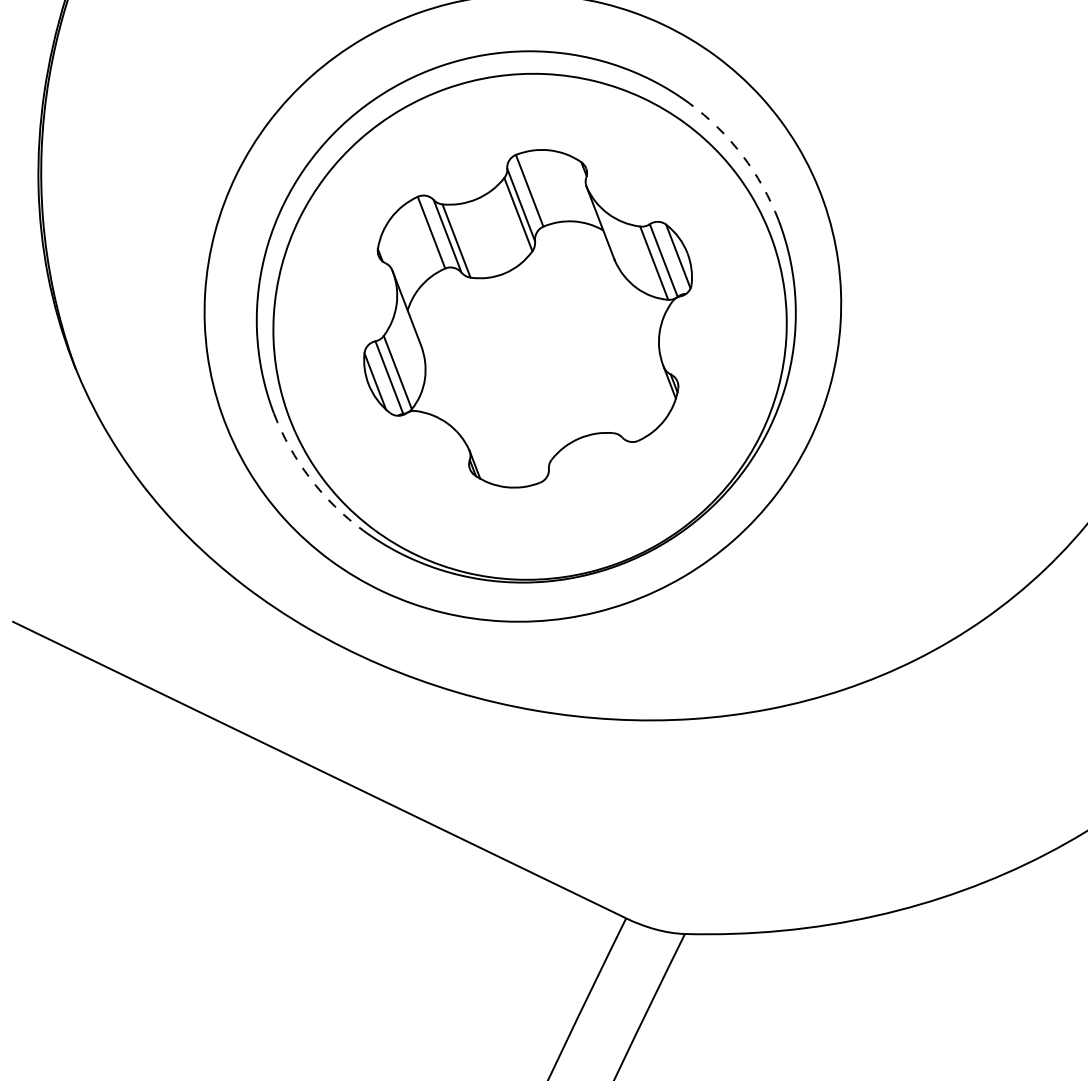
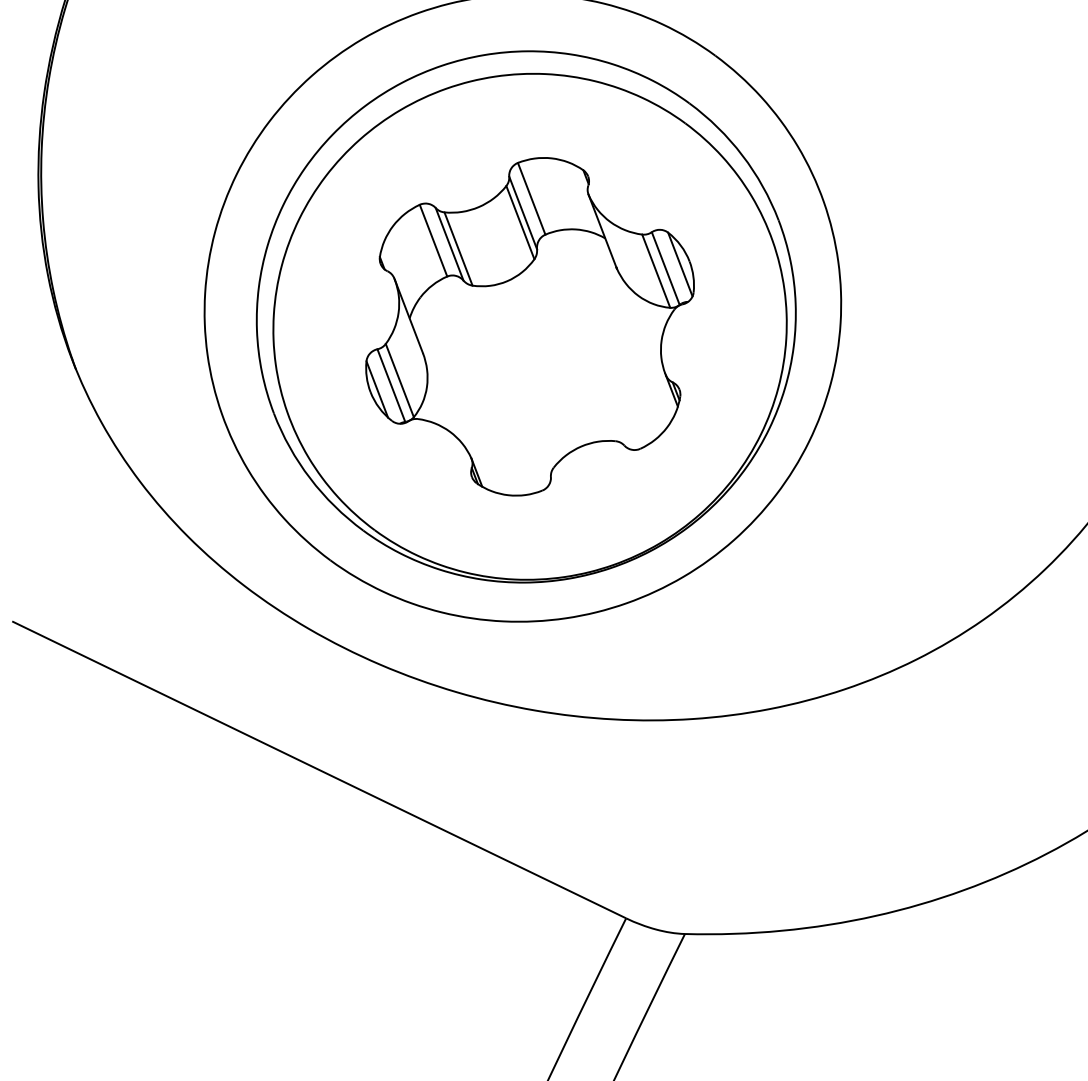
arc at (742, 155): dashed -> solid
part at (527, 318) position: (527, 318) -> (529, 326)
arc at (310, 478): dashed -> solid
